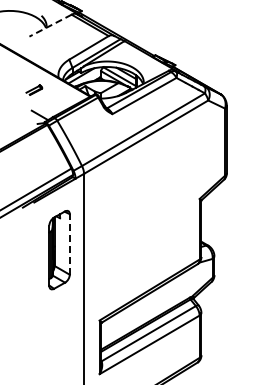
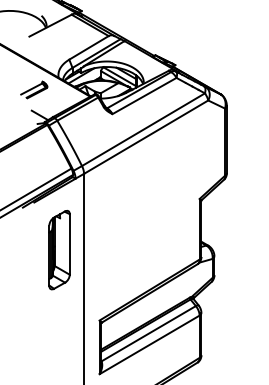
line at (50, 25): dashed -> solid
part at (34, 89) size: 19x12 px -> 29x20 px
line at (69, 243): dashed -> solid
